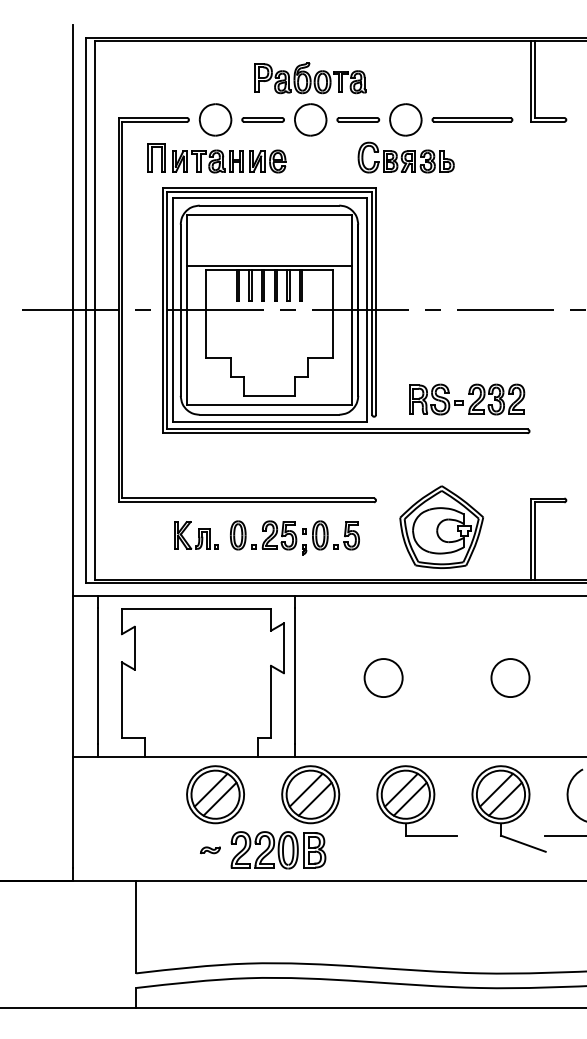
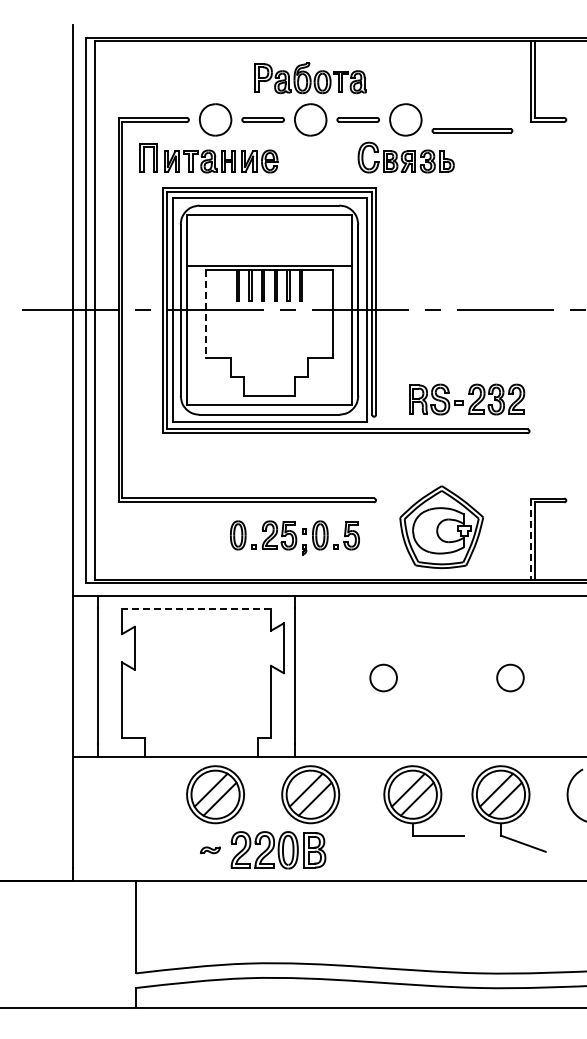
part at (472, 119) position: (472, 119) -> (472, 130)
part at (216, 158) position: (216, 158) -> (208, 158)
line at (206, 314): solid -> dashed
part at (196, 535): present -> none
line at (530, 539): solid -> dashed
line at (196, 609): solid -> dashed
circle at (383, 678) diameter: 38 px -> 27 px
circle at (510, 678) diameter: 38 px -> 27 px
part at (416, 800) position: (416, 800) -> (423, 800)
line at (564, 835): present -> none
